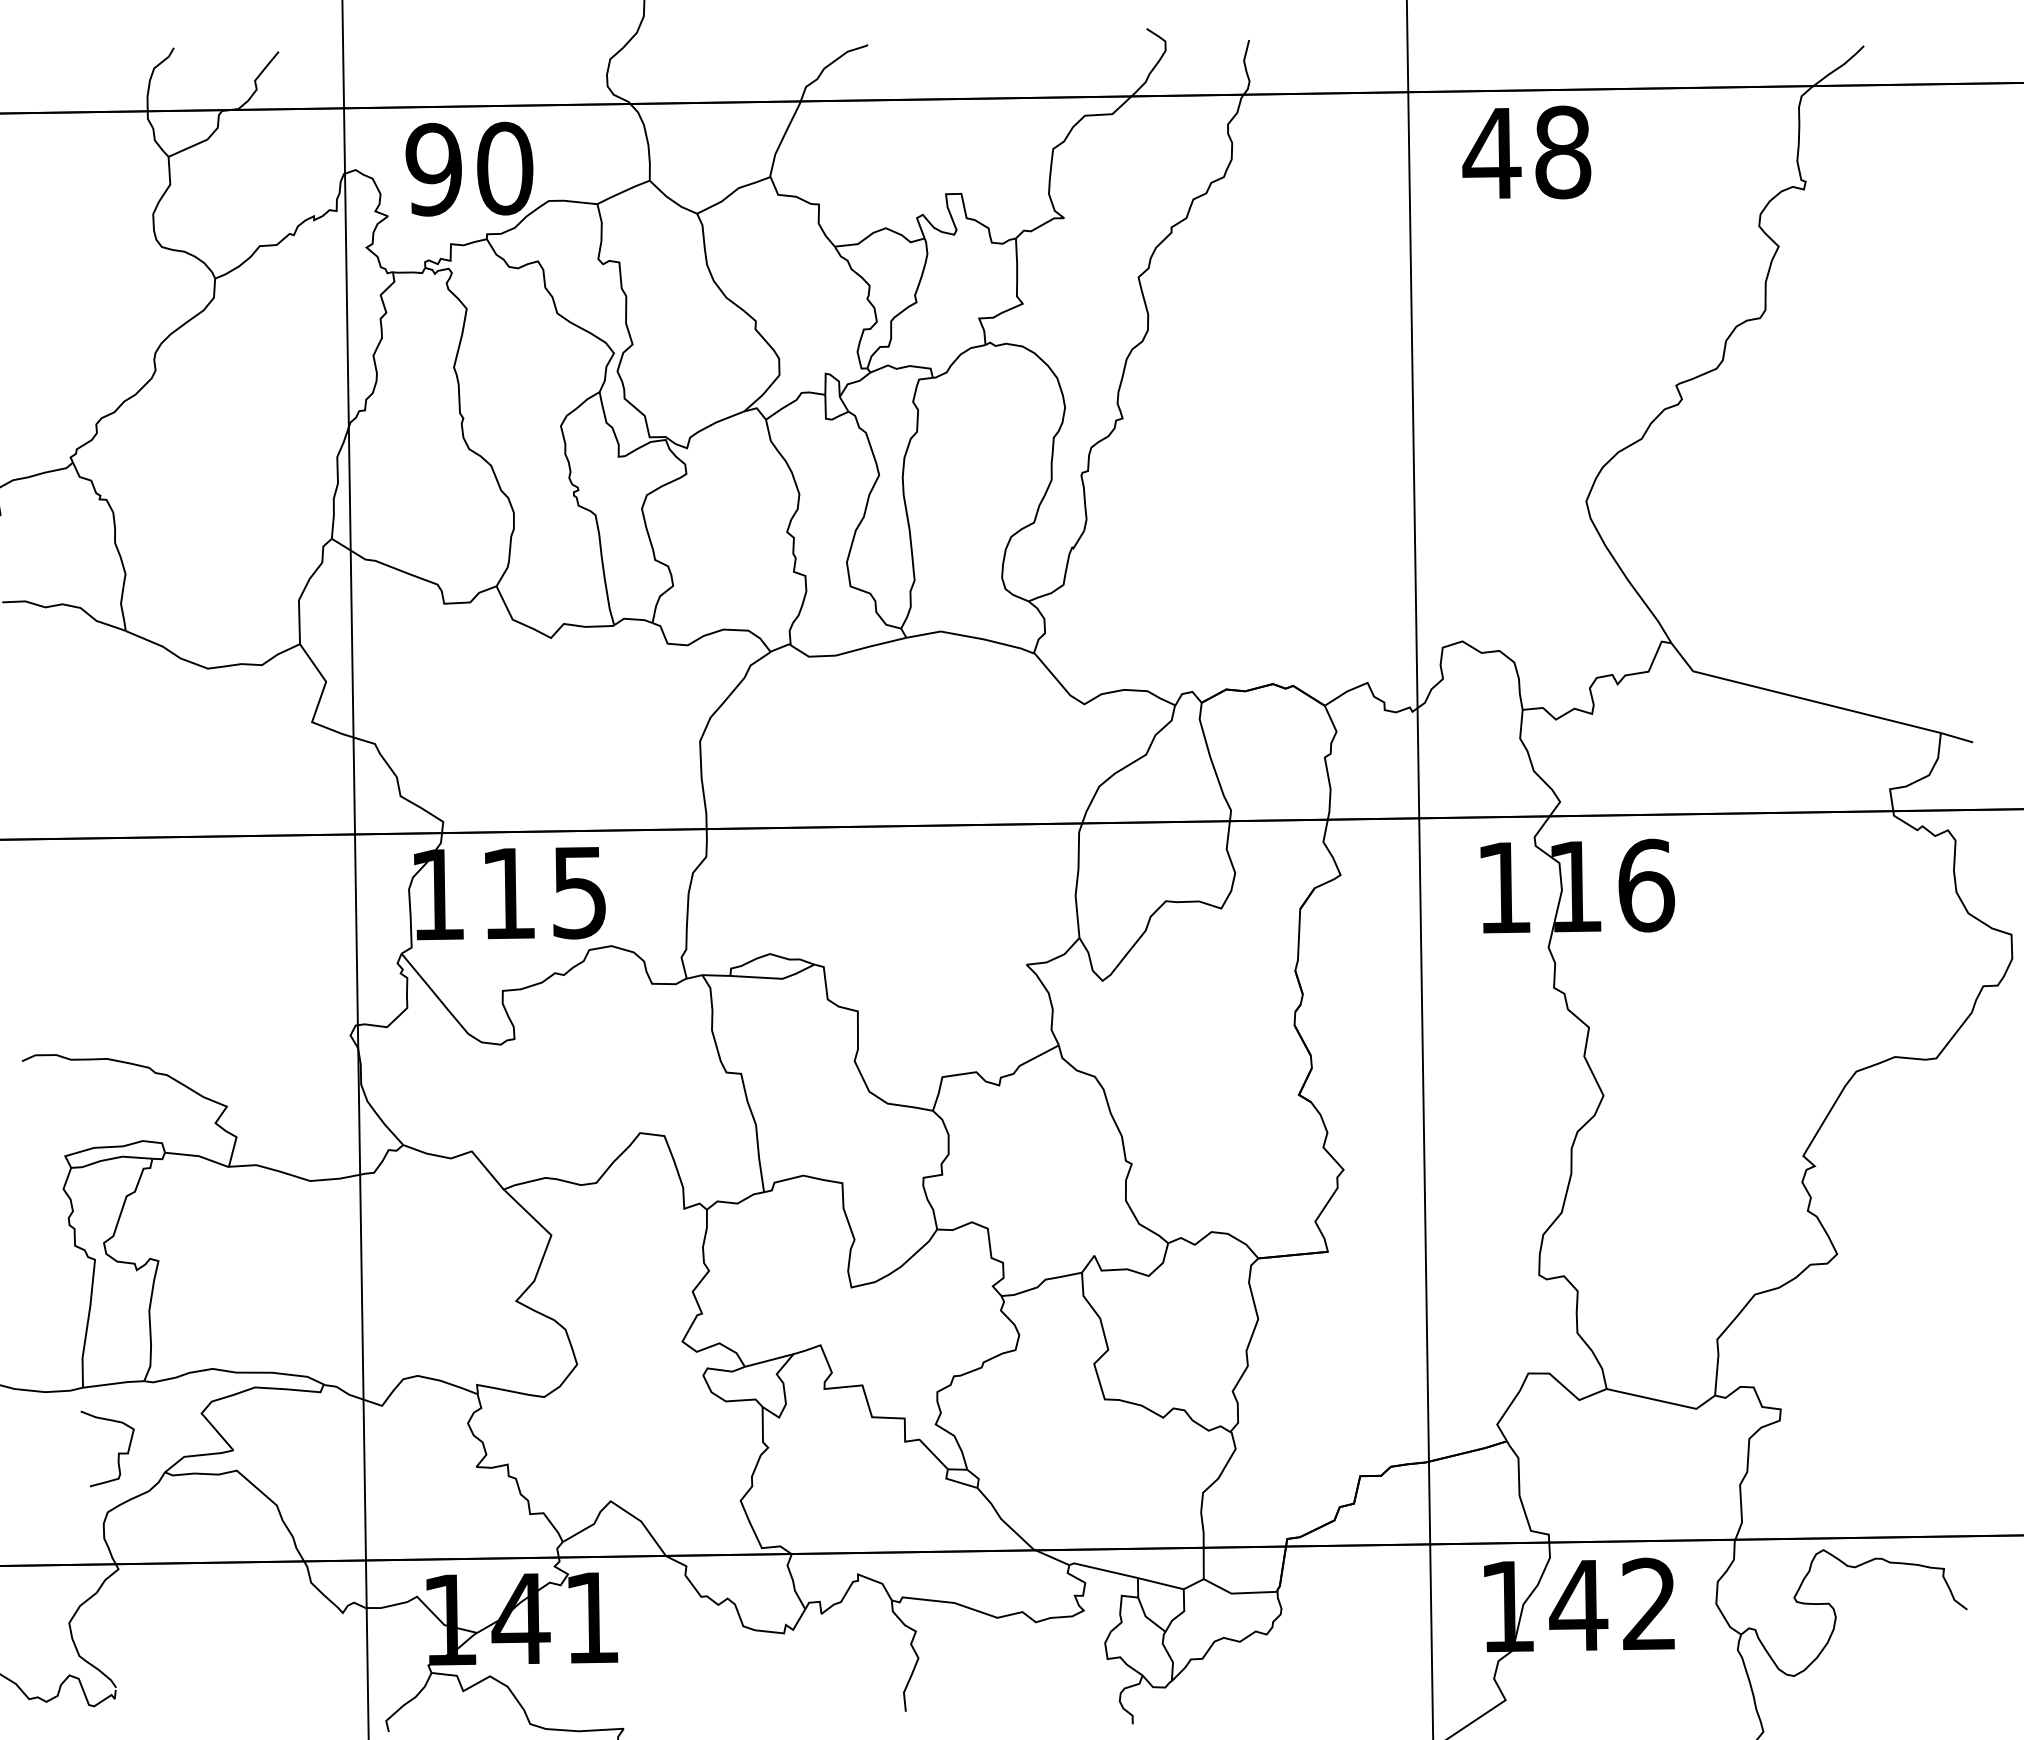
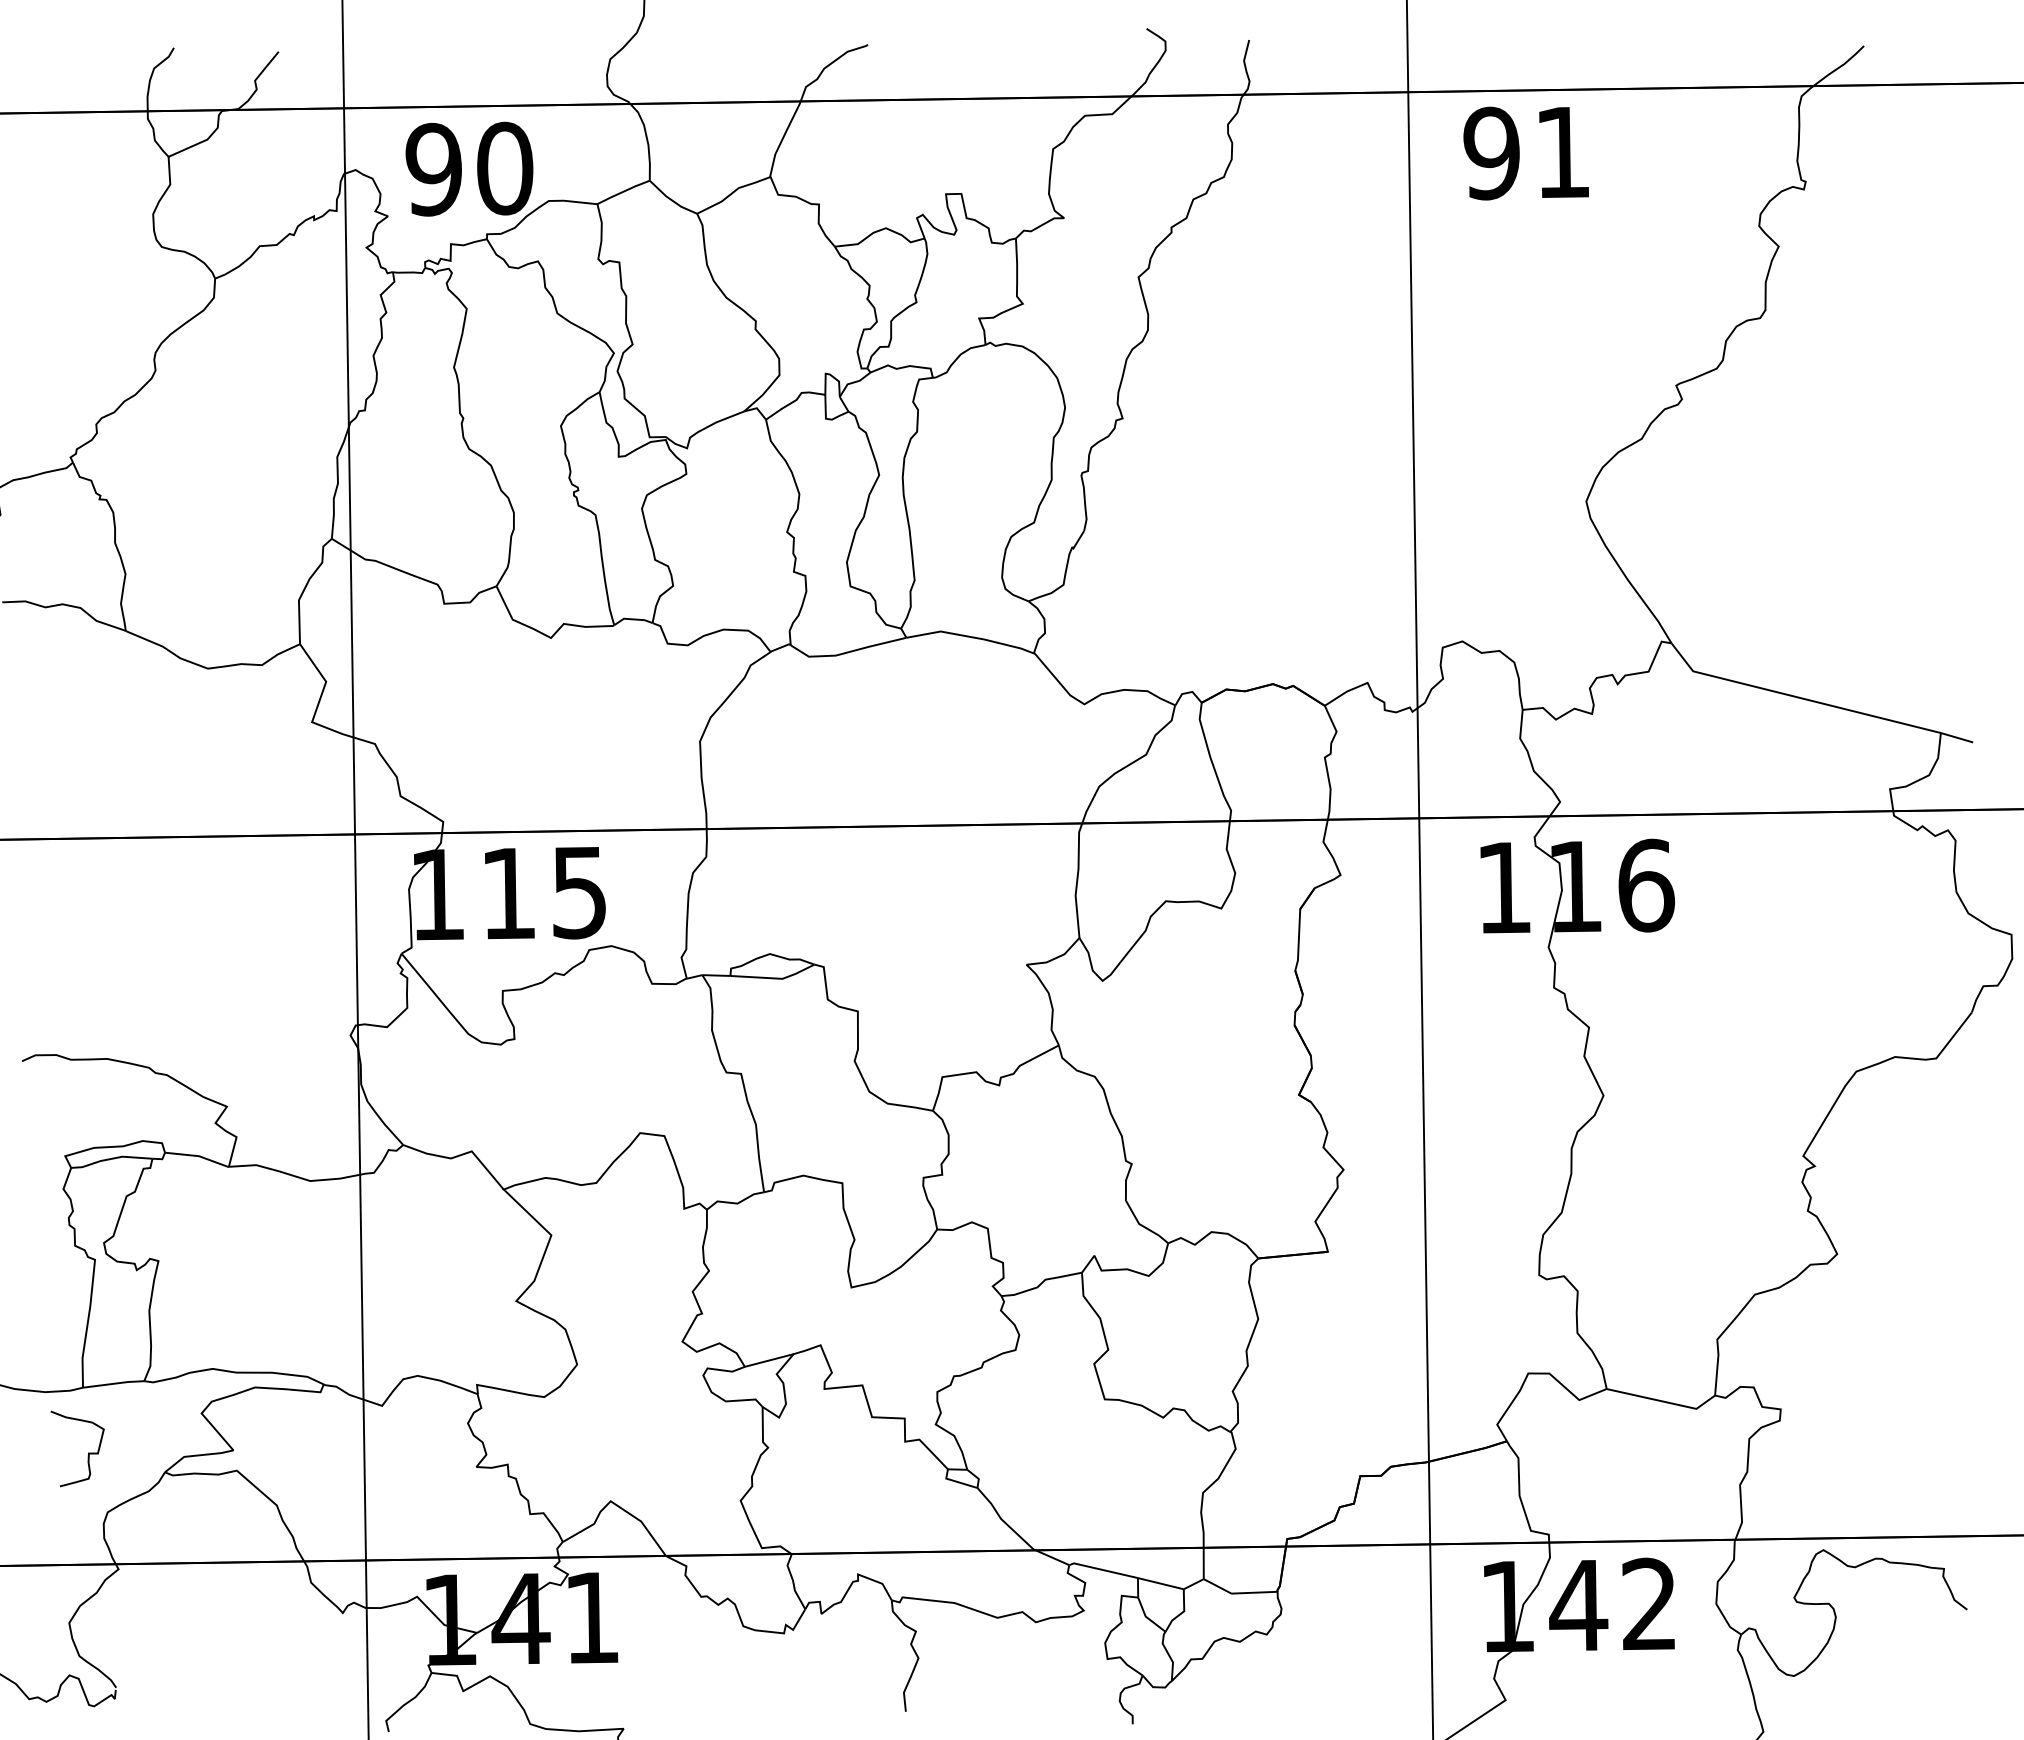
text at (1526, 152): 48 -> 91
curve at (118, 1452) position: (118, 1452) -> (88, 1452)
